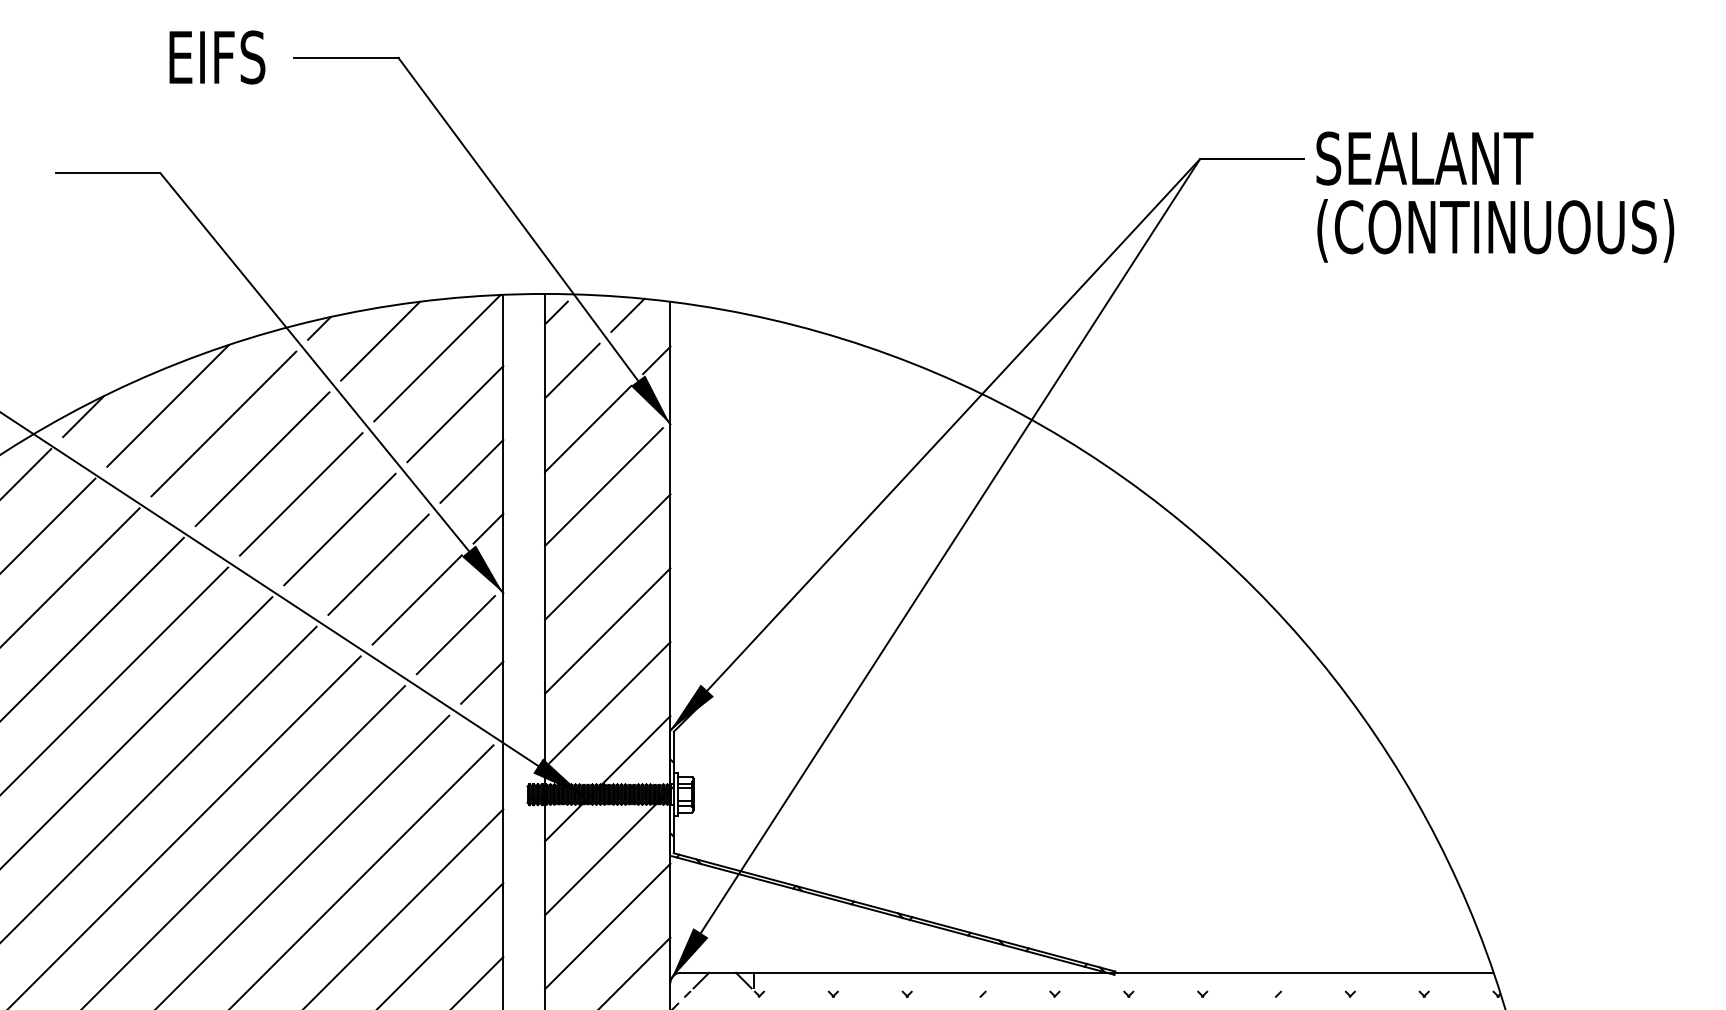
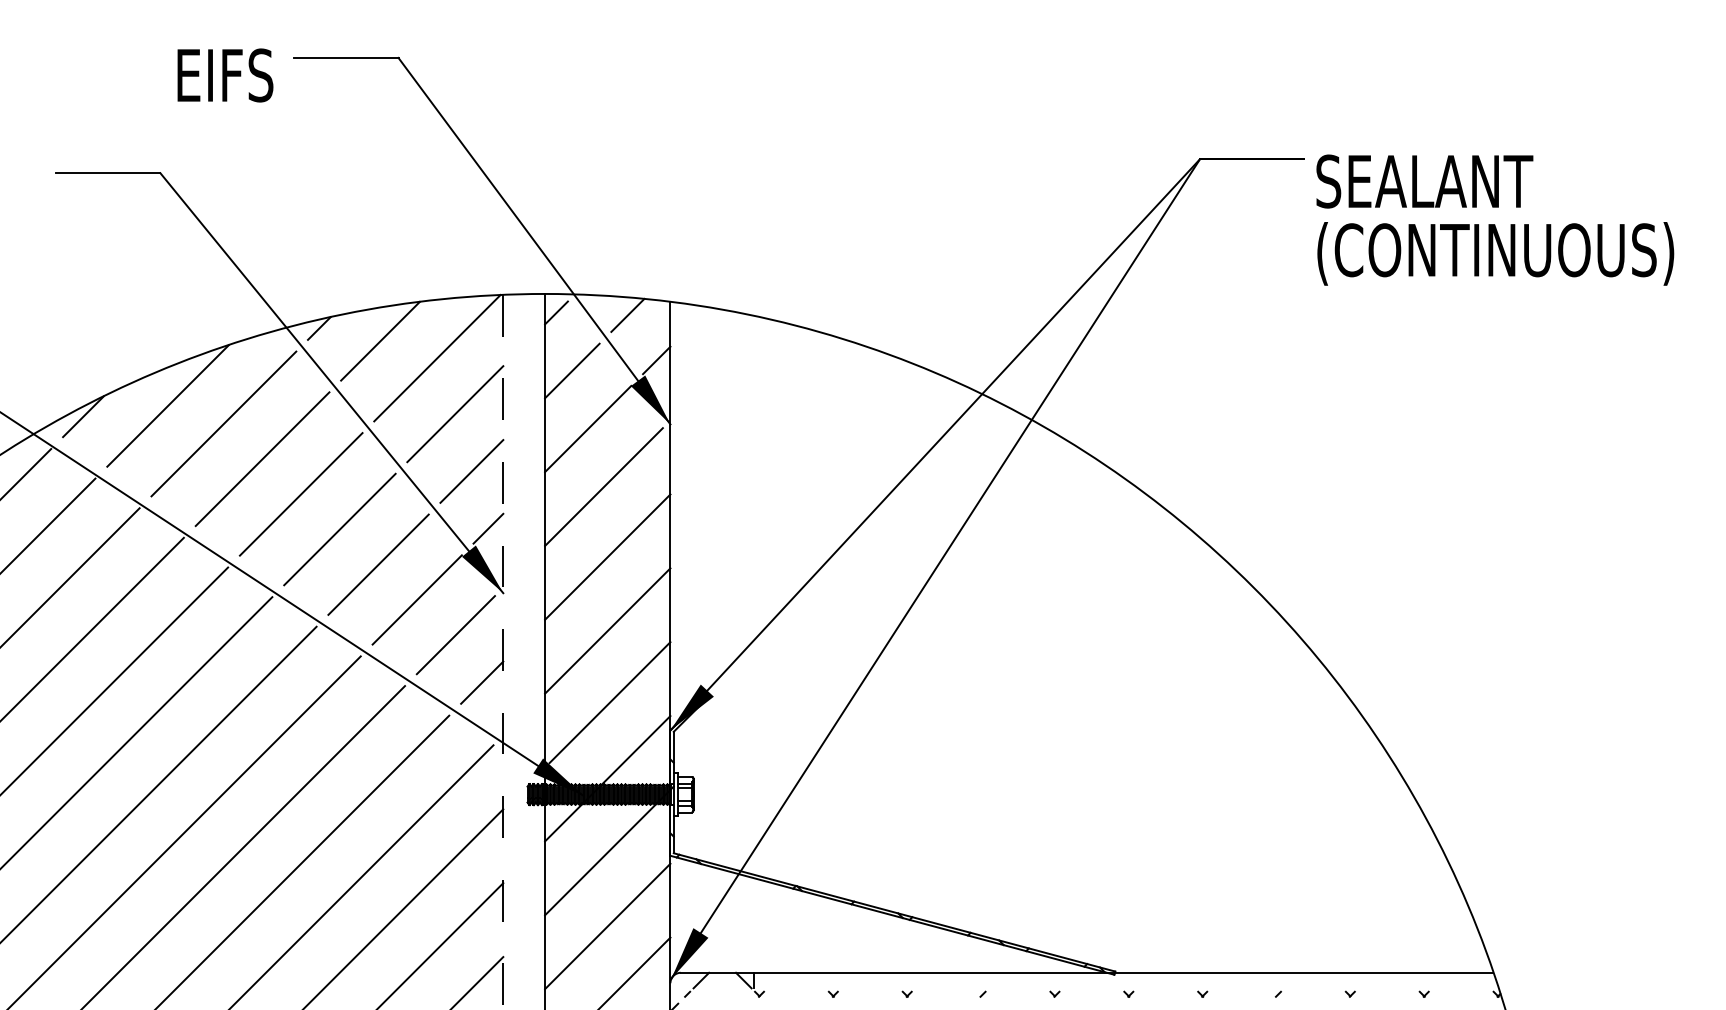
text at (217, 57) position: (217, 57) -> (225, 75)
text at (1495, 196) position: (1495, 196) -> (1495, 219)
line at (503, 652): solid -> dashed
